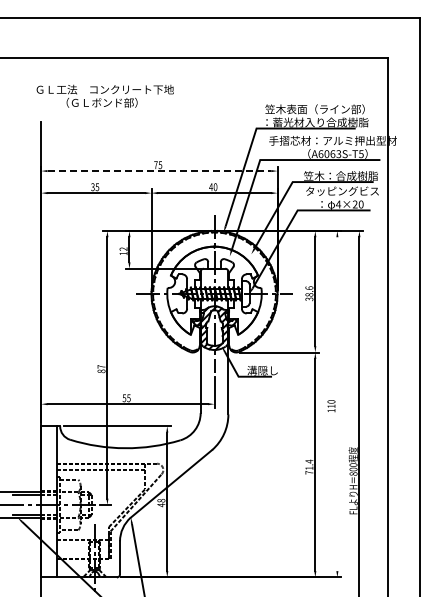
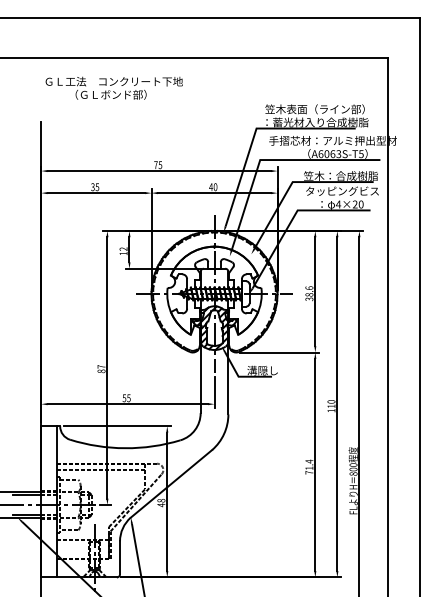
text at (104, 95) position: (104, 95) -> (113, 87)
line at (159, 171): dashed -> solid
line at (337, 404): none -> present
